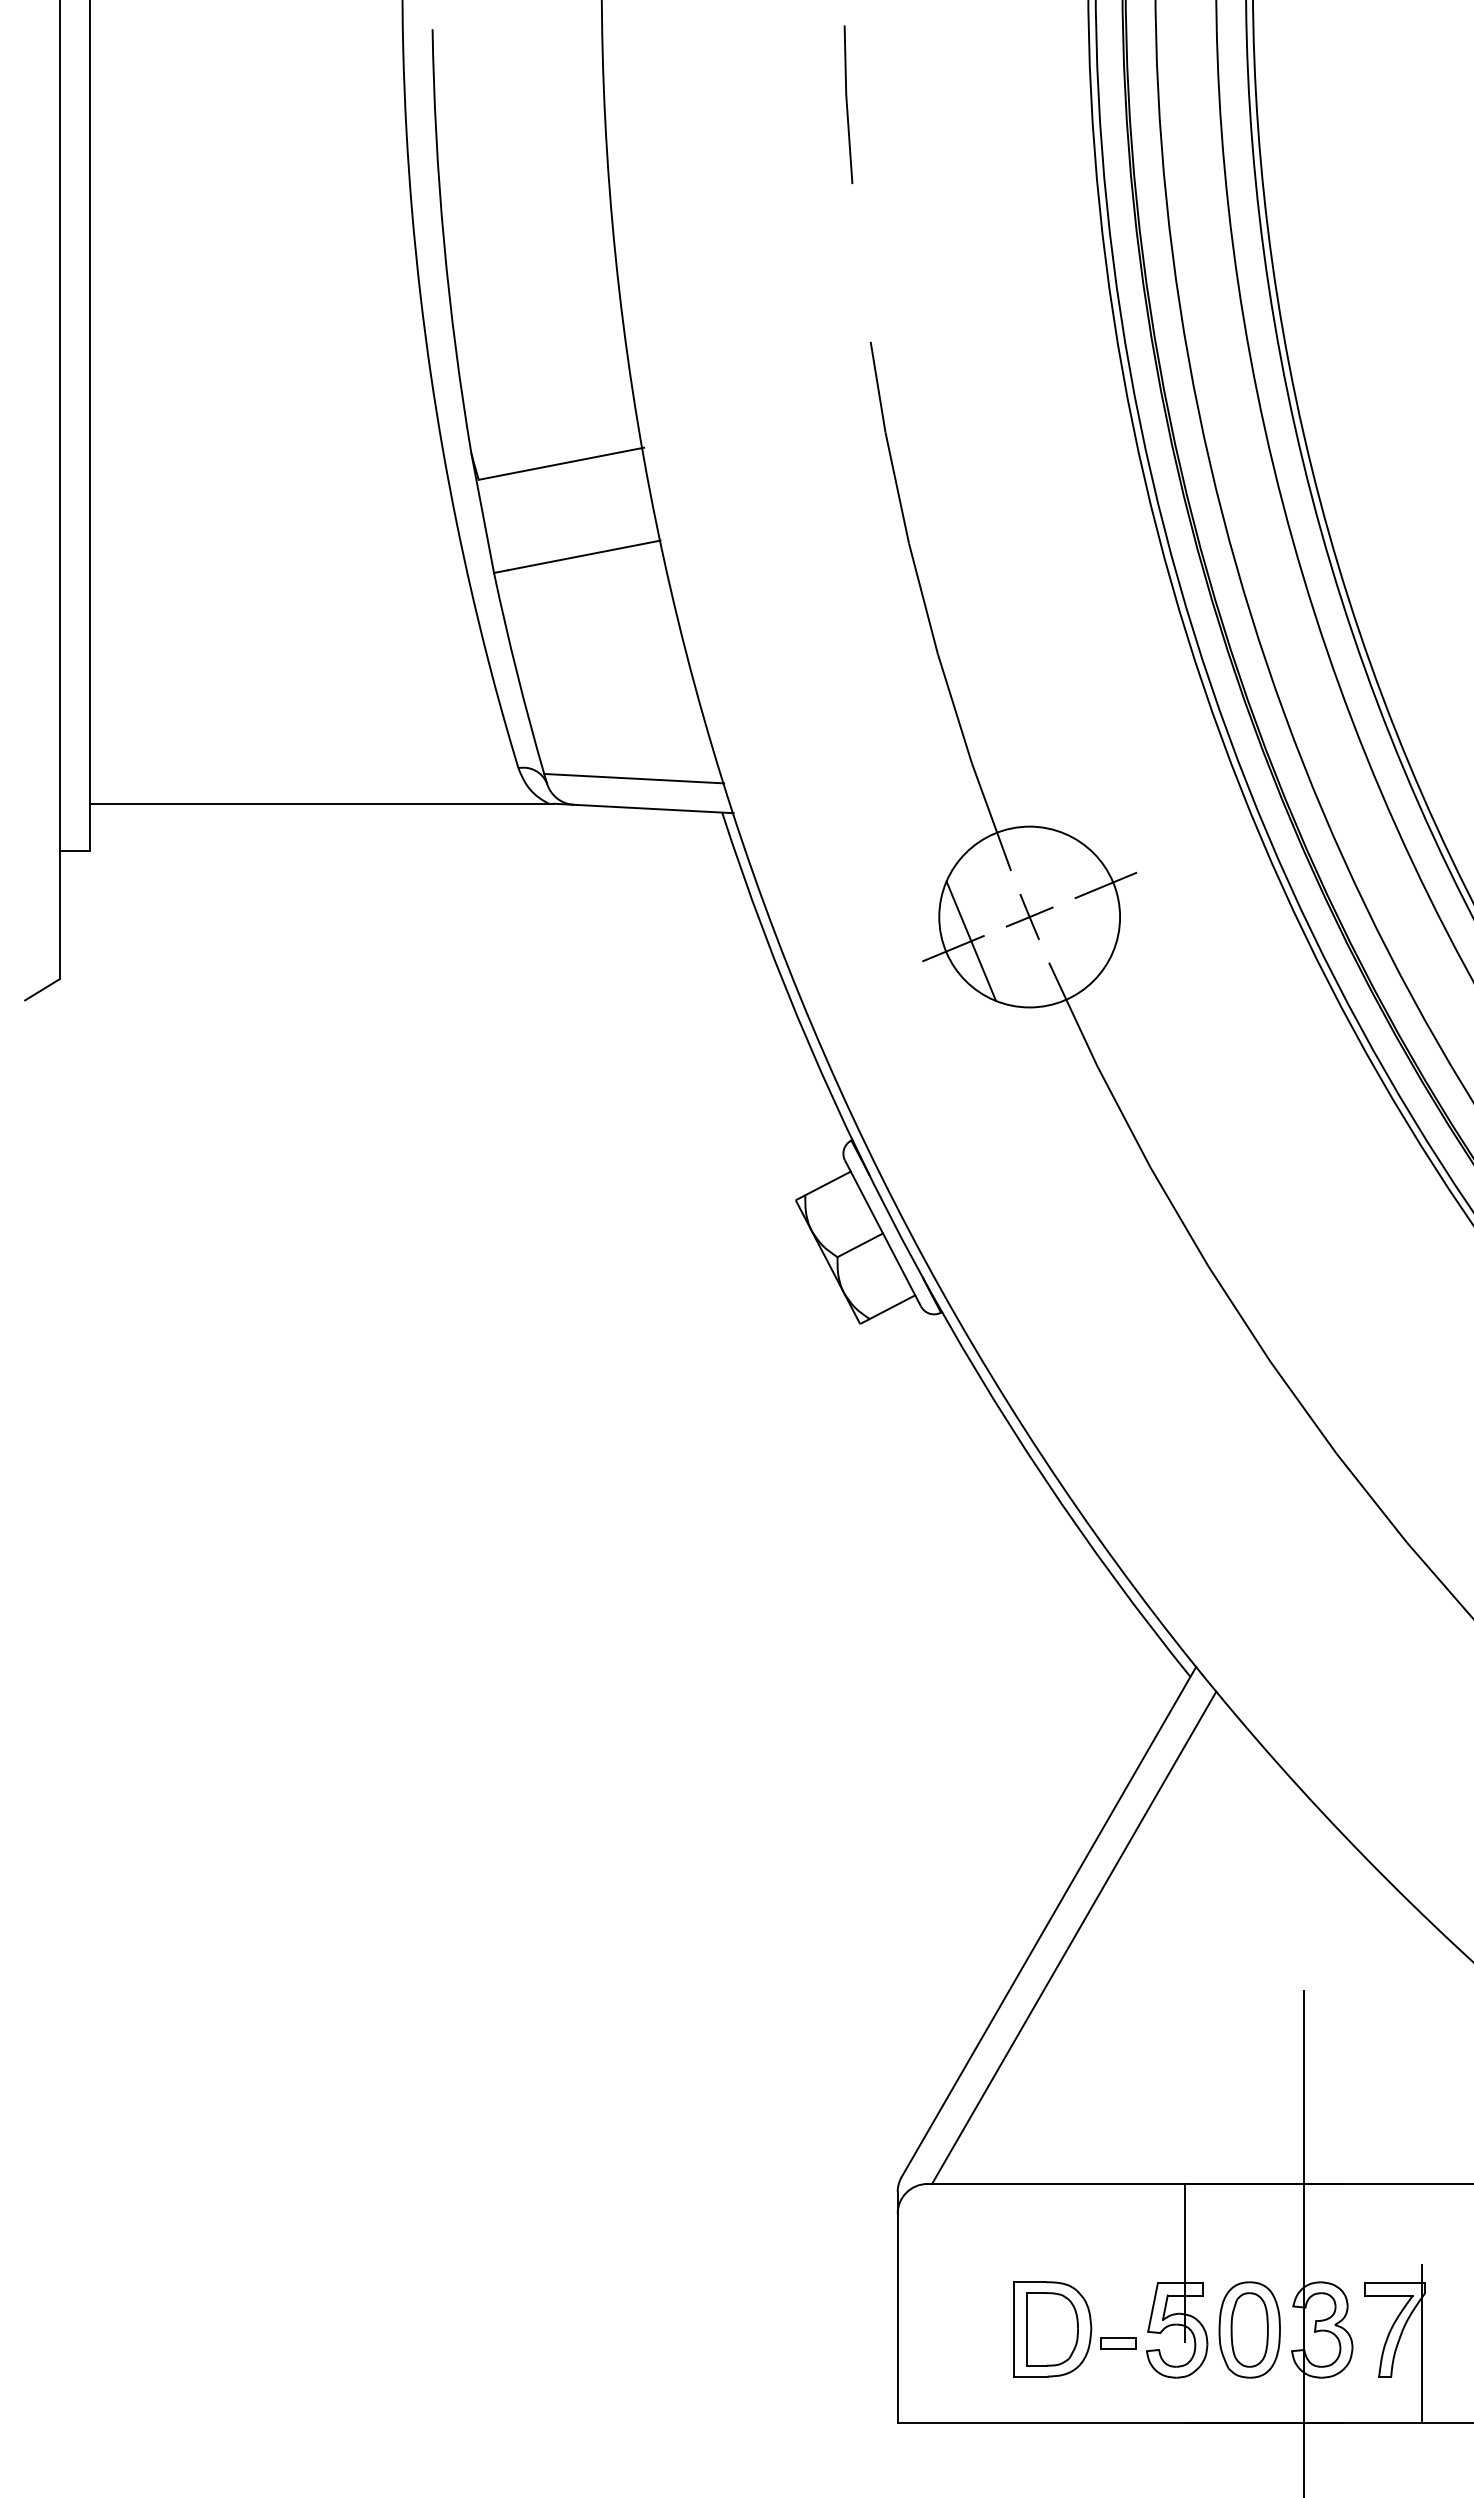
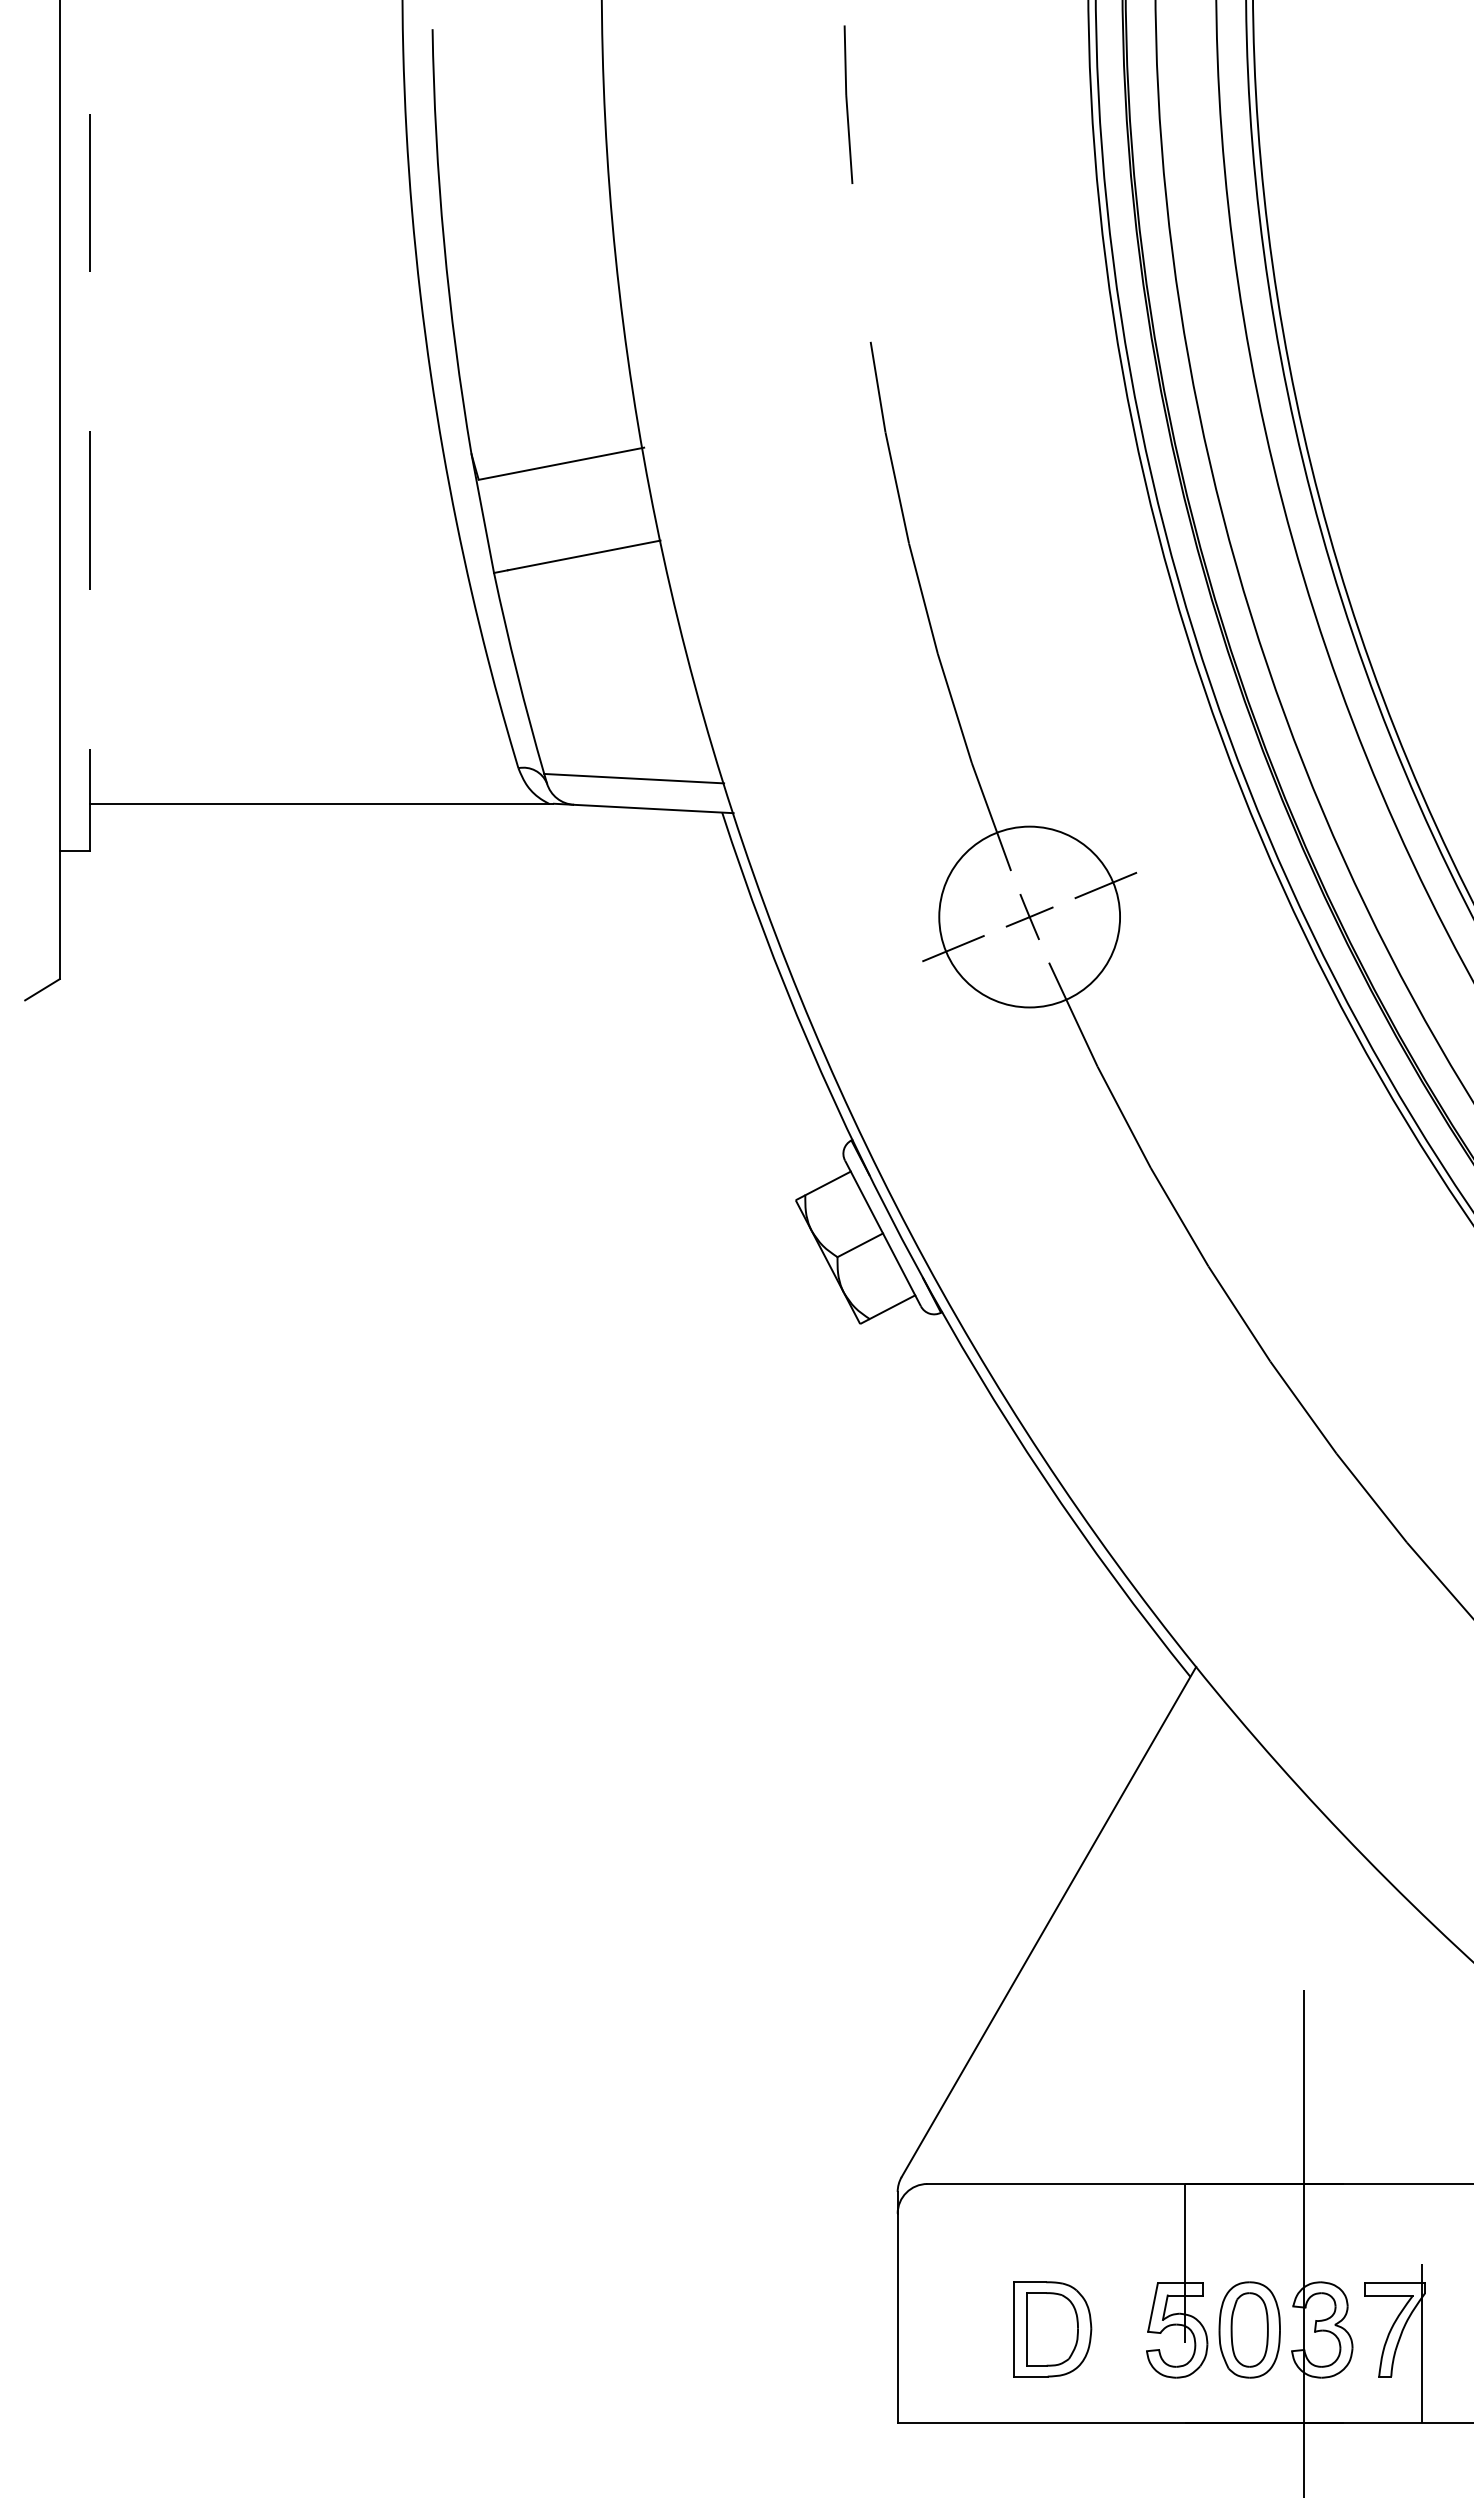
line at (89, 401): solid -> dashed
line at (971, 940): present -> none
line at (1074, 1937): present -> none
part at (1118, 2343): present -> none
